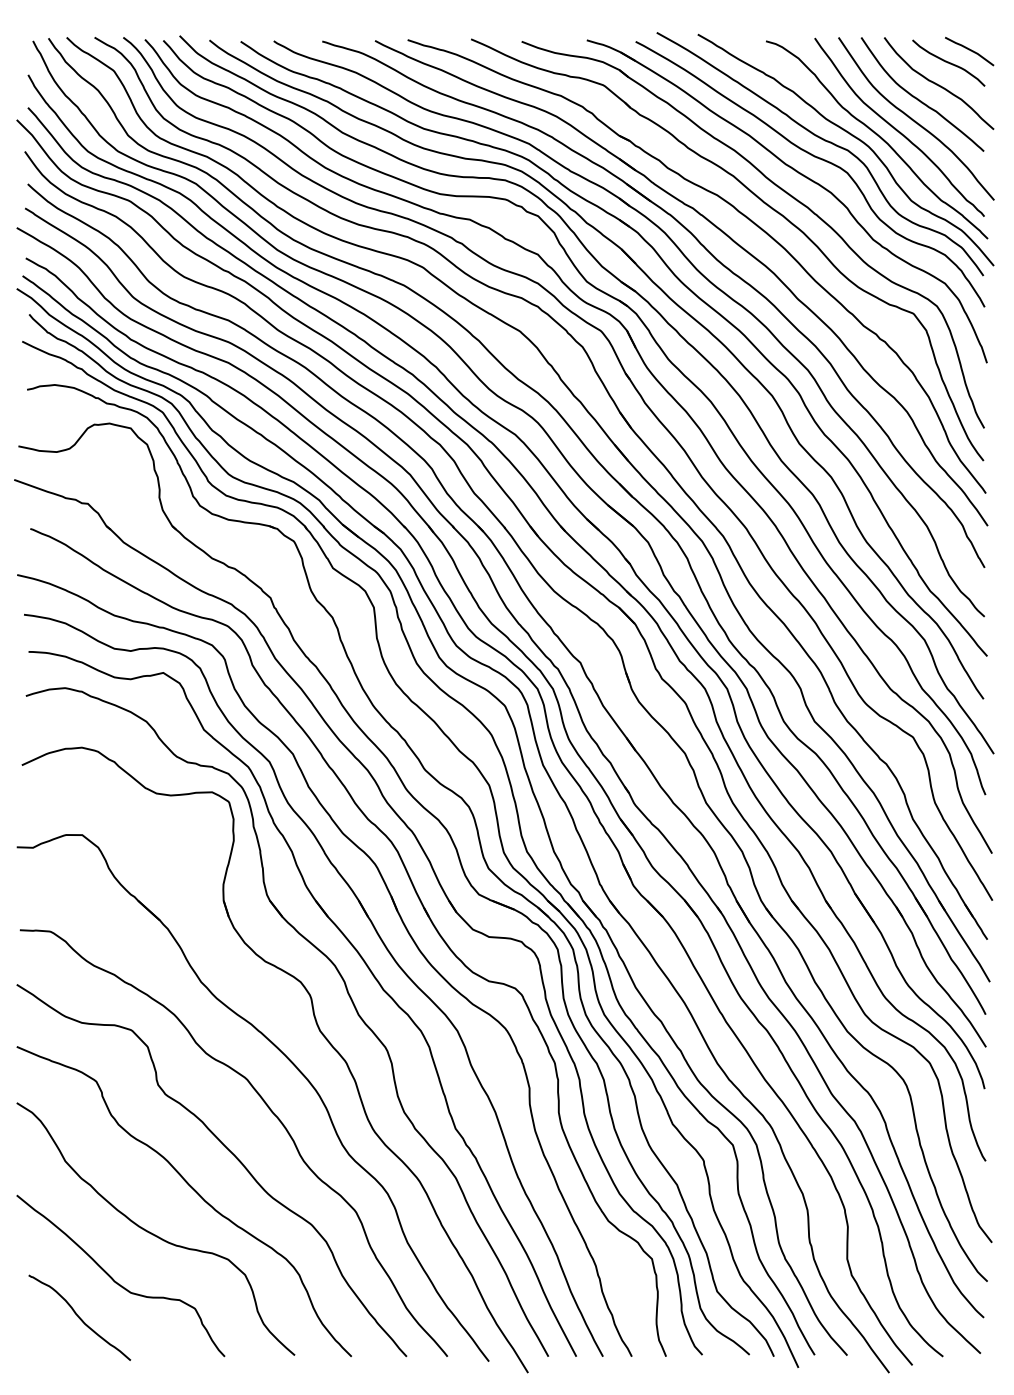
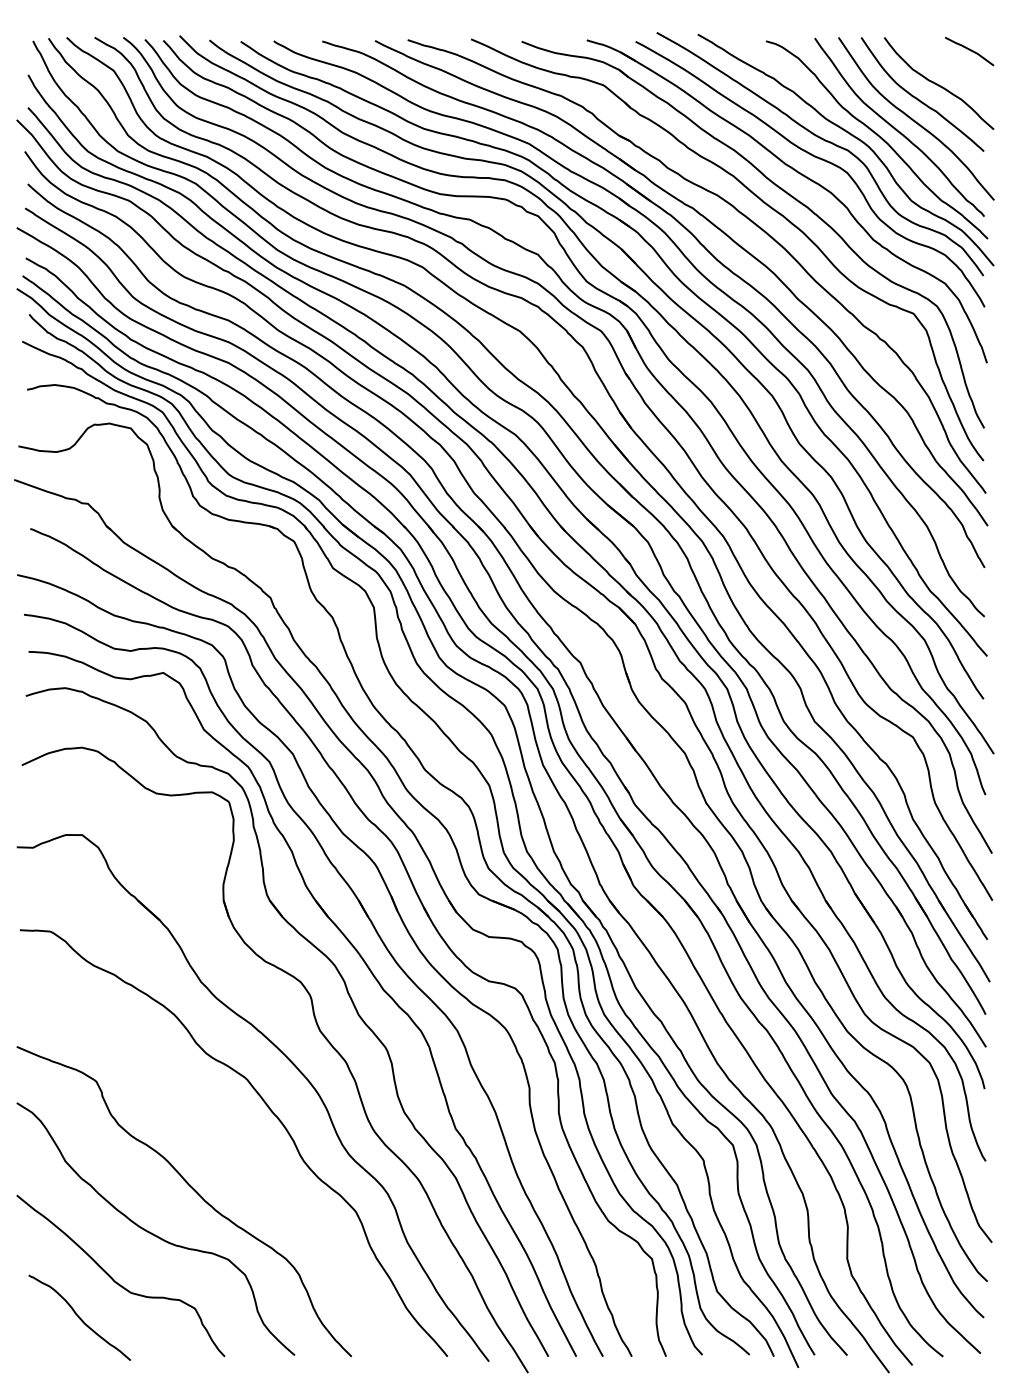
curve at (948, 62): present -> none
curve at (229, 1151): present -> none
